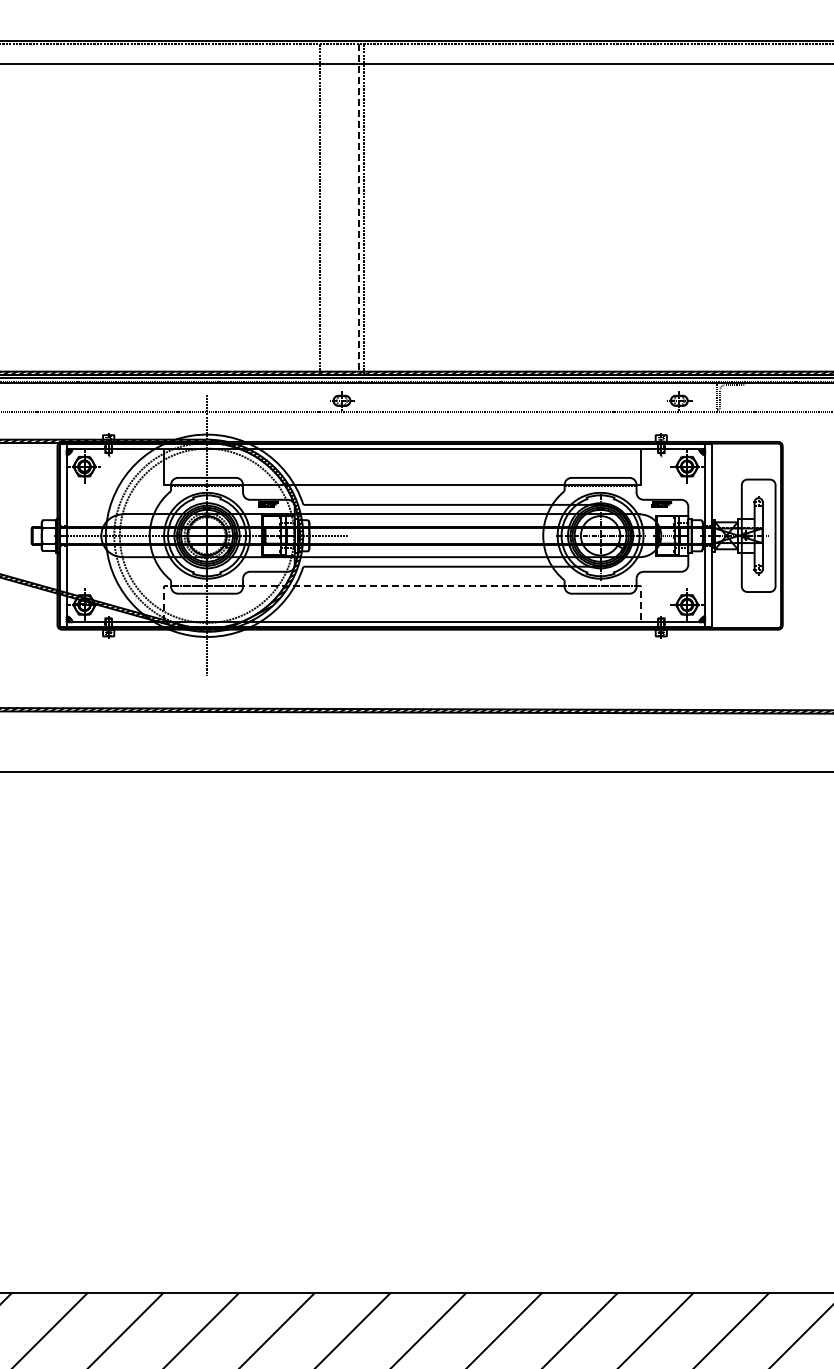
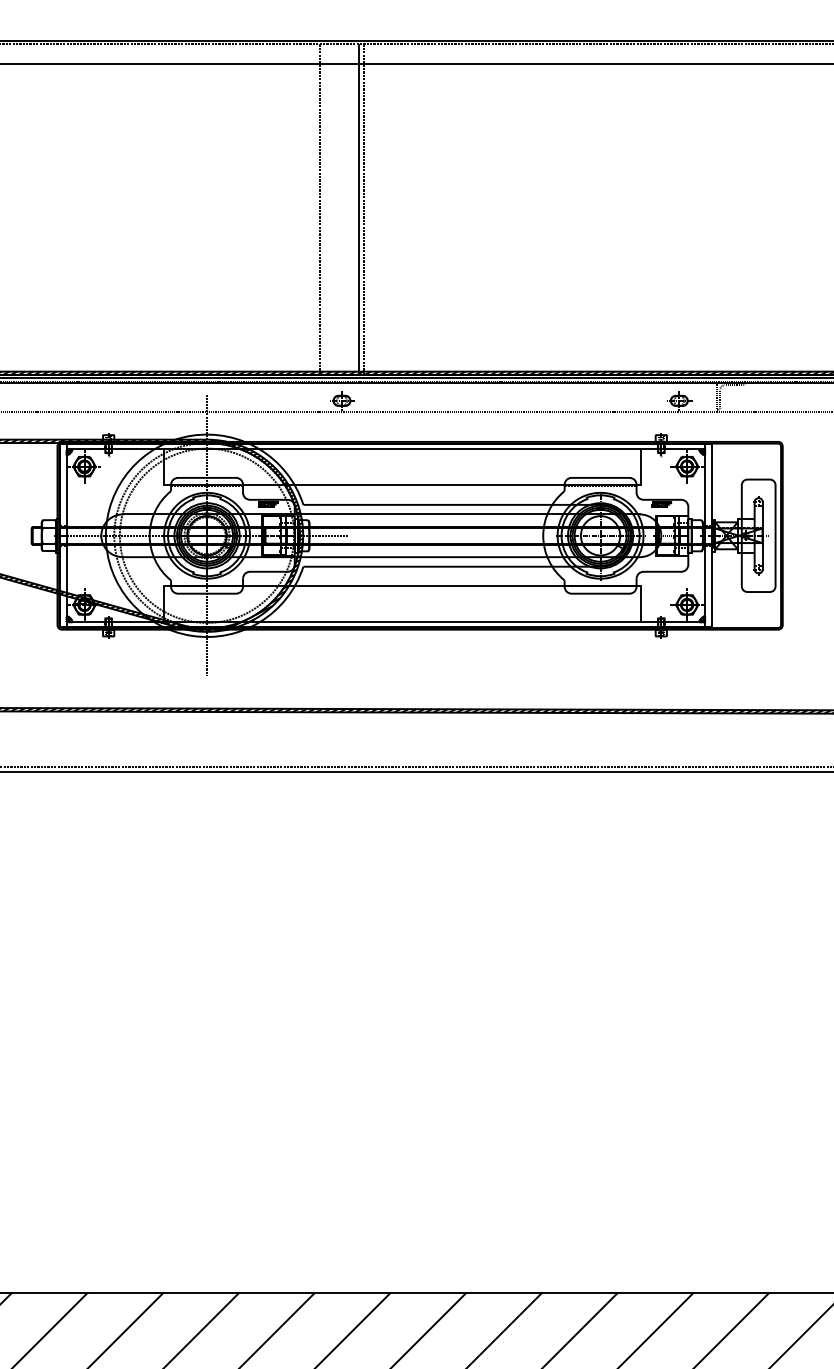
line at (359, 210): dashed -> solid
line at (403, 586): dashed -> solid
line at (416, 766): none -> present
